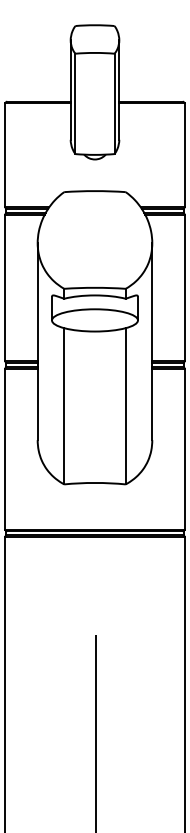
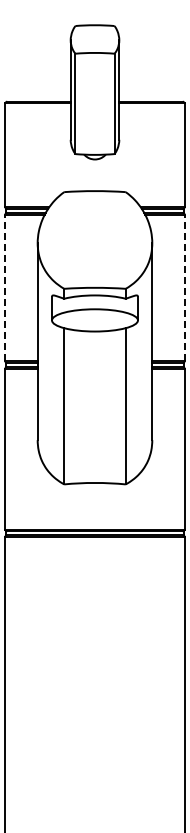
line at (5, 287): solid -> dashed
line at (184, 287): solid -> dashed
line at (95, 732): present -> none
